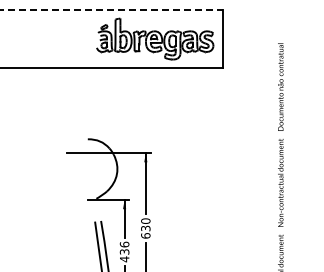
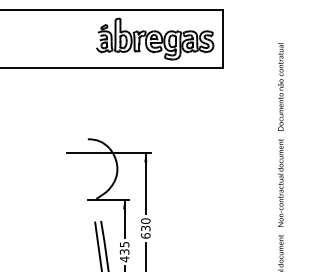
line at (111, 10): dashed -> solid
text at (124, 244): 436 -> 435
